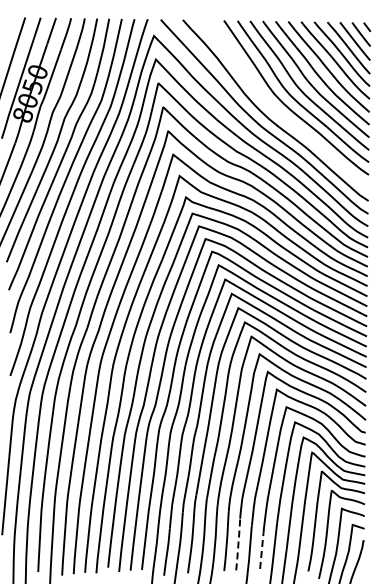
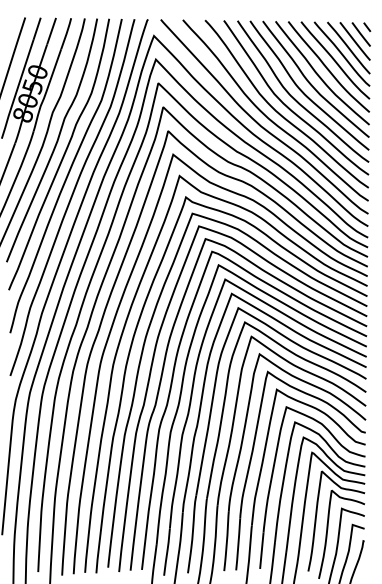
curve at (278, 111): none -> present
line at (238, 544): dashed -> solid
line at (261, 550): dashed -> solid
